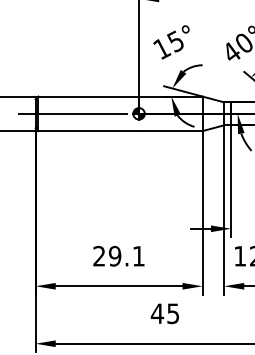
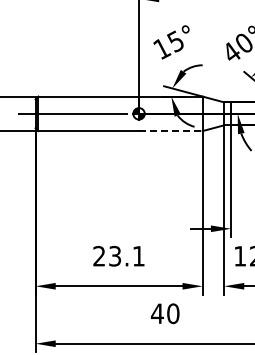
line at (170, 131): solid -> dashed
text at (114, 256): 29.1 -> 23.1
text at (173, 313): 45 -> 40
